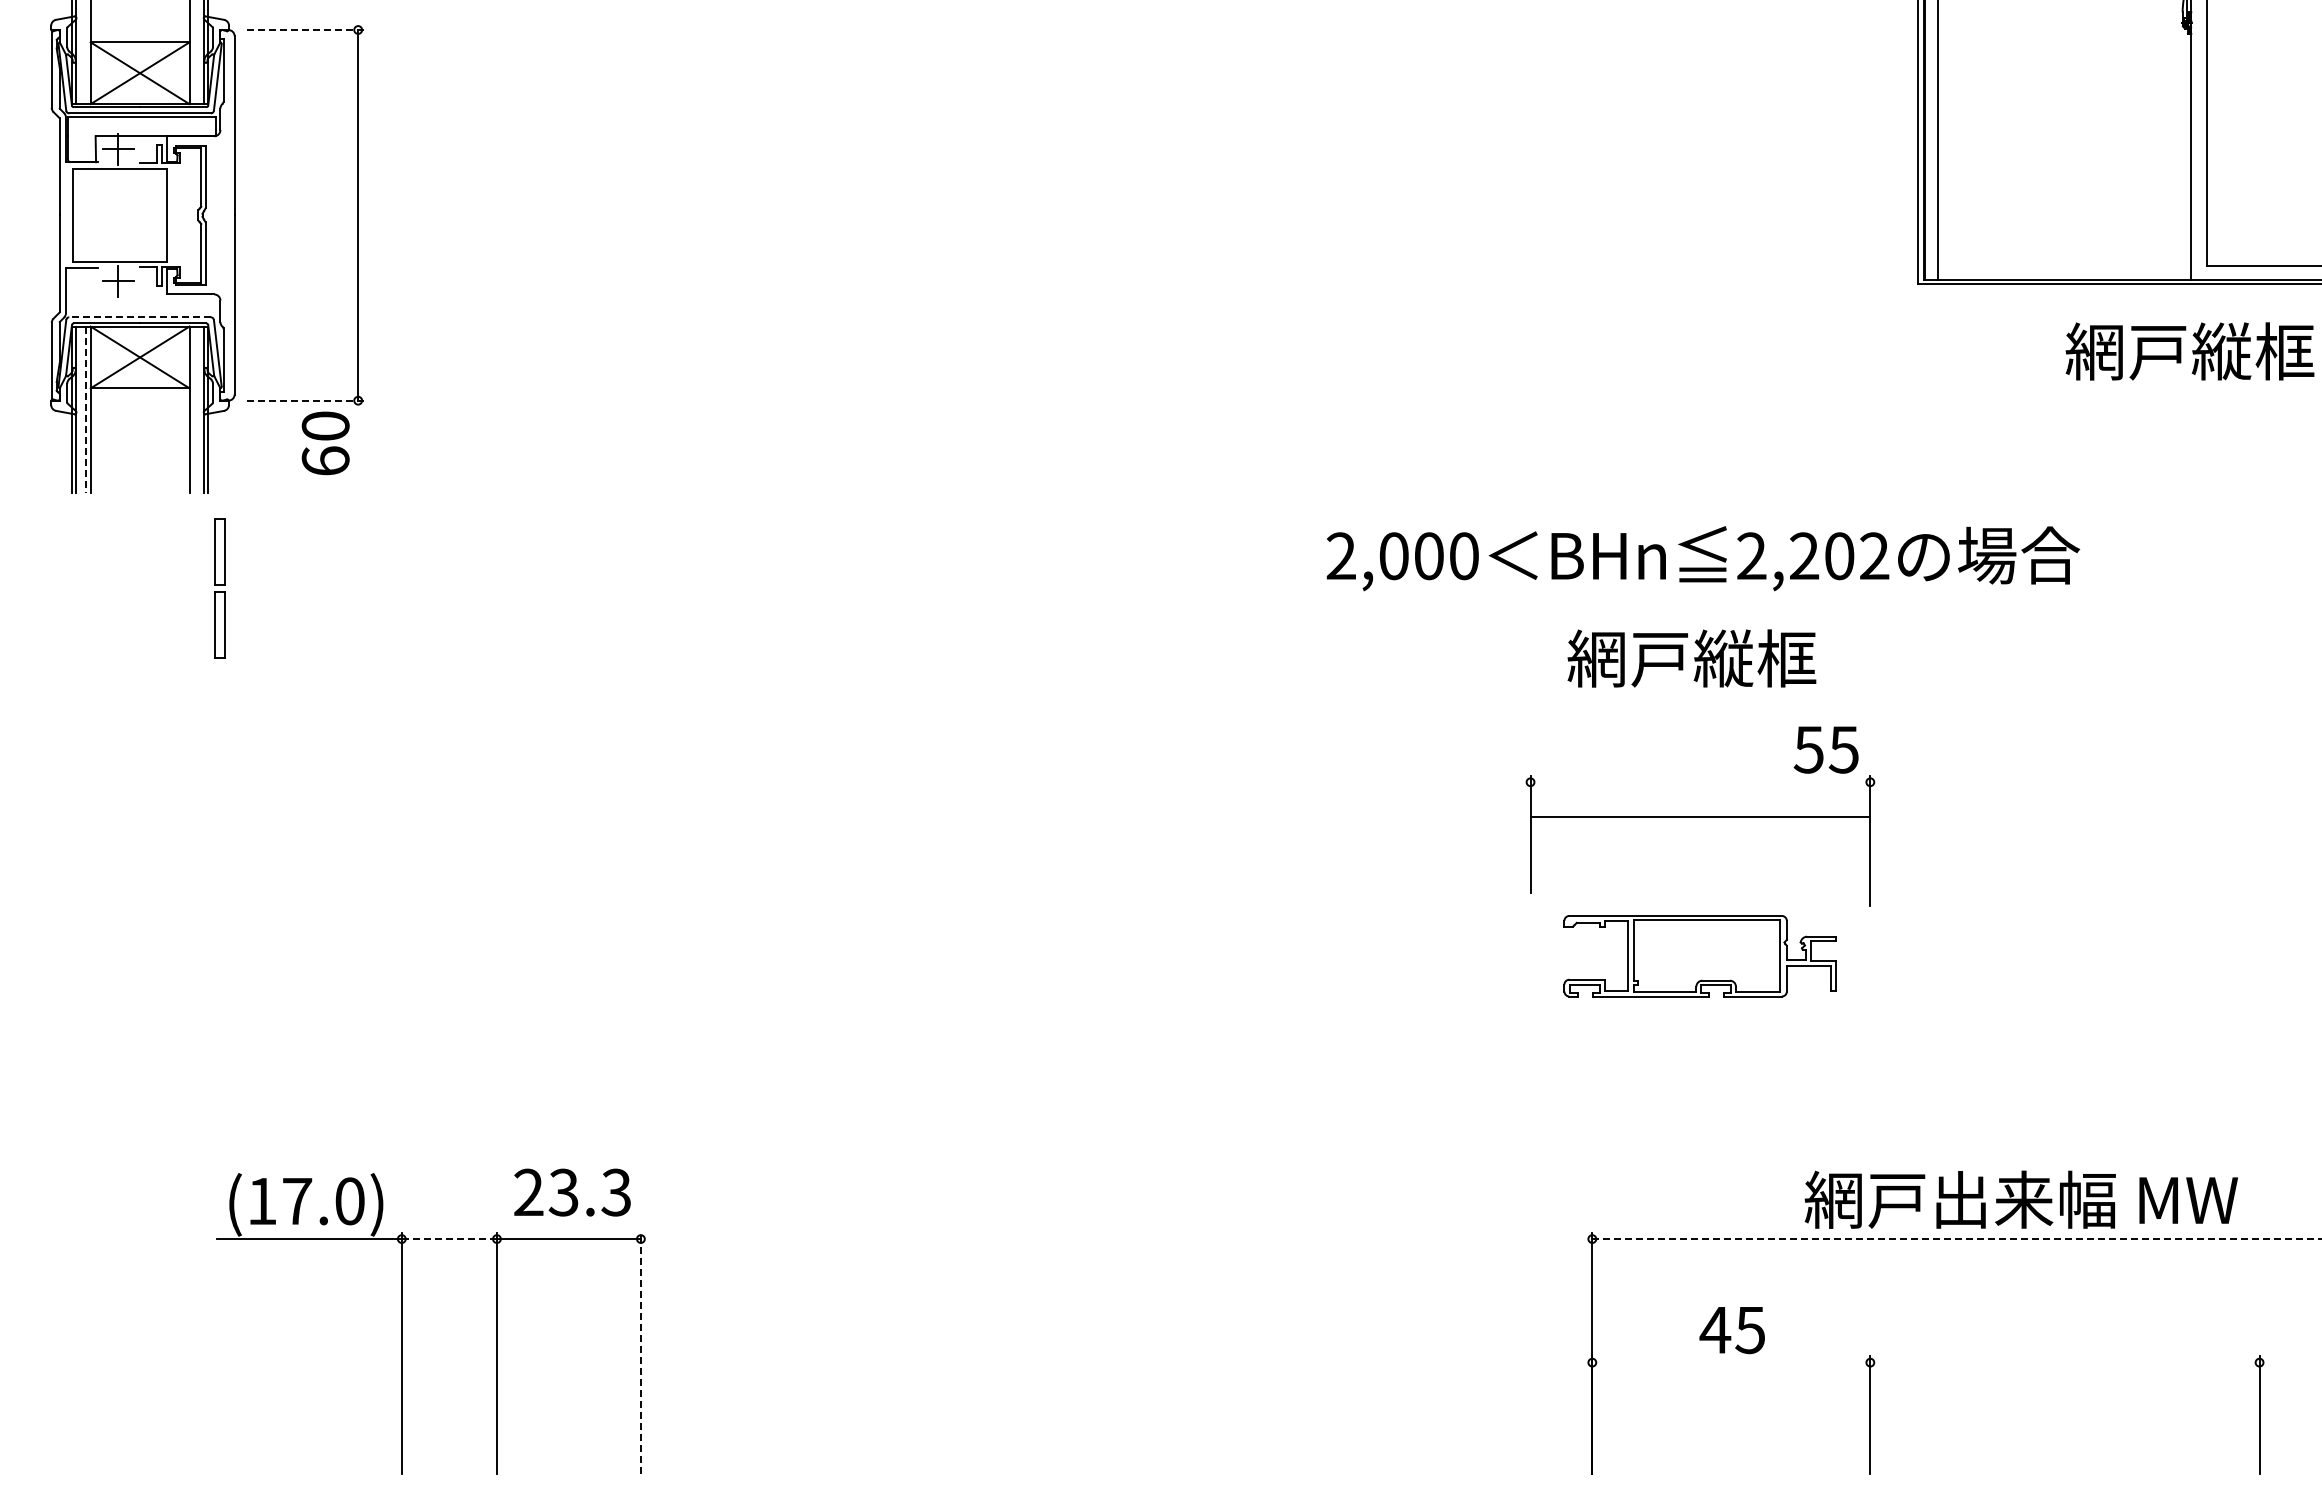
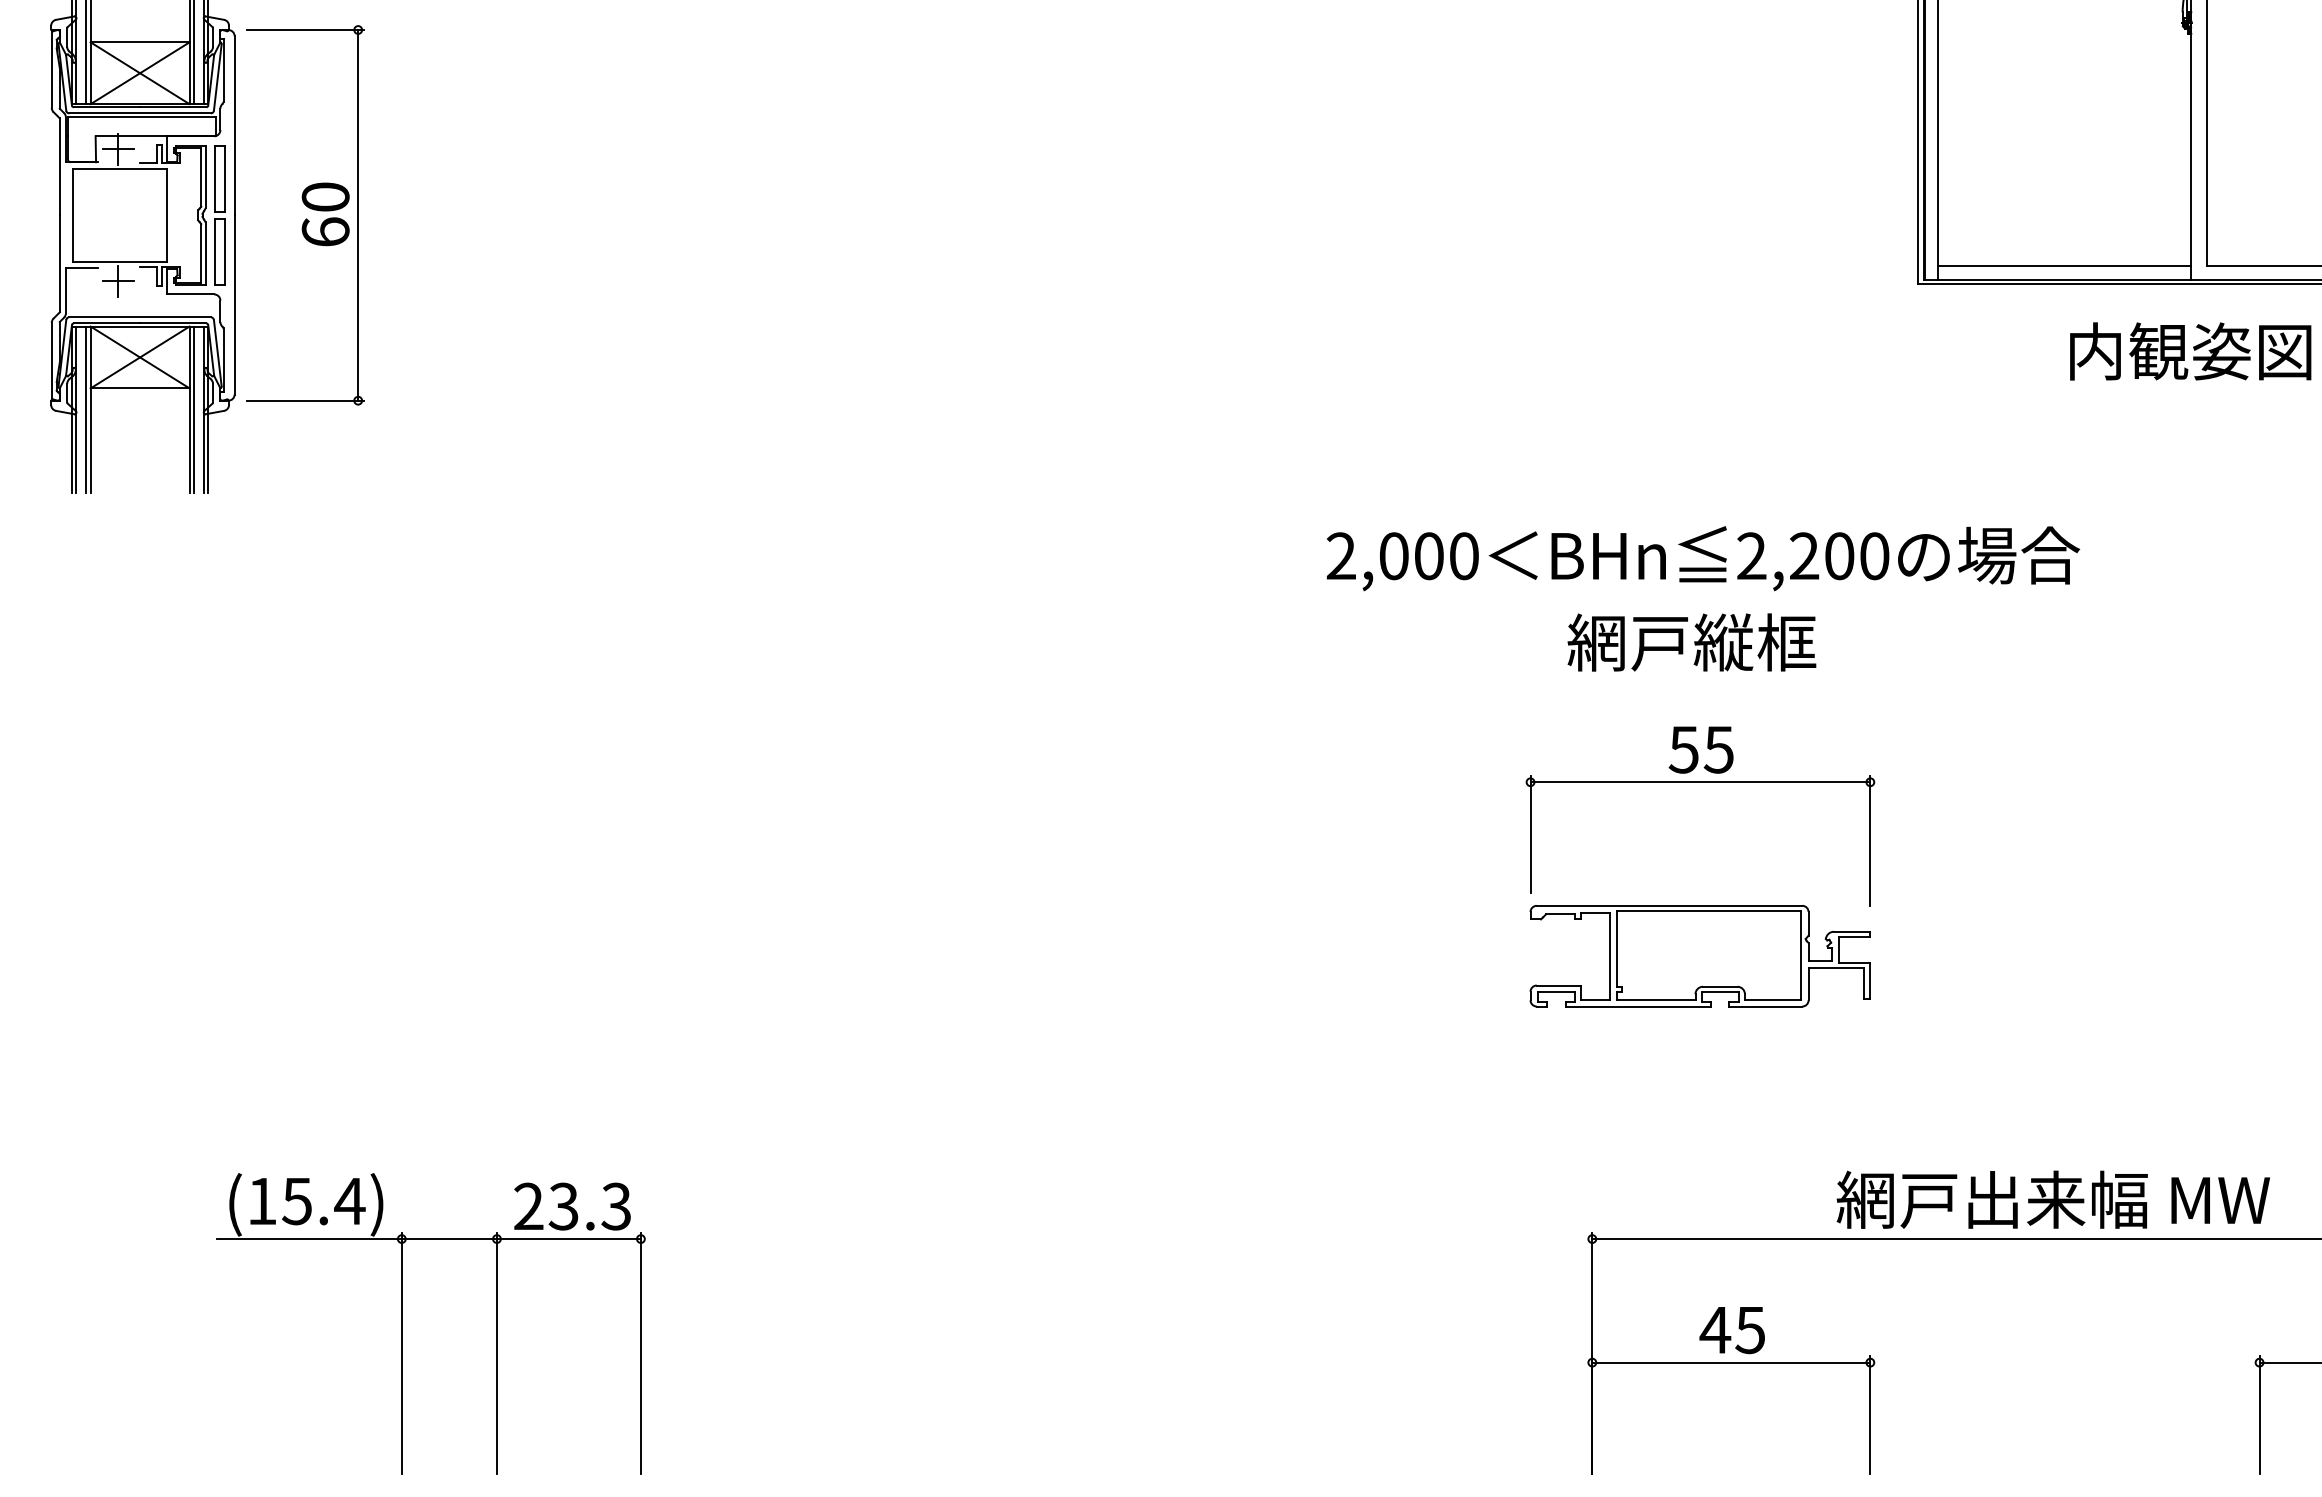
line at (305, 30): dashed -> solid
line at (86, 53): none -> present
line at (193, 53): none -> present
line at (2064, 265): none -> present
line at (140, 317): dashed -> solid
text at (2189, 351): 網戸縦框 -> 内観姿図
line at (305, 400): dashed -> solid
line at (193, 409): none -> present
line at (86, 410): dashed -> solid
text at (325, 443) position: (325, 443) -> (325, 214)
text at (1874, 556): 2,202 -> 2,200
part at (219, 588) position: (219, 588) -> (219, 215)
text at (1691, 658) position: (1691, 658) -> (1691, 642)
text at (1825, 749) position: (1825, 749) -> (1700, 749)
line at (1700, 817) position: (1700, 817) -> (1700, 782)
part at (1699, 956) size: 274x83 px -> 342x103 px
text at (572, 1192) position: (572, 1192) -> (572, 1206)
text at (2020, 1199) position: (2020, 1199) -> (2052, 1199)
text at (323, 1201): (17.0) -> (15.4)
line at (449, 1239): dashed -> solid
line at (1957, 1239): dashed -> solid
line at (640, 1352): dashed -> solid
line at (1731, 1362): none -> present
line at (2288, 1362): none -> present
